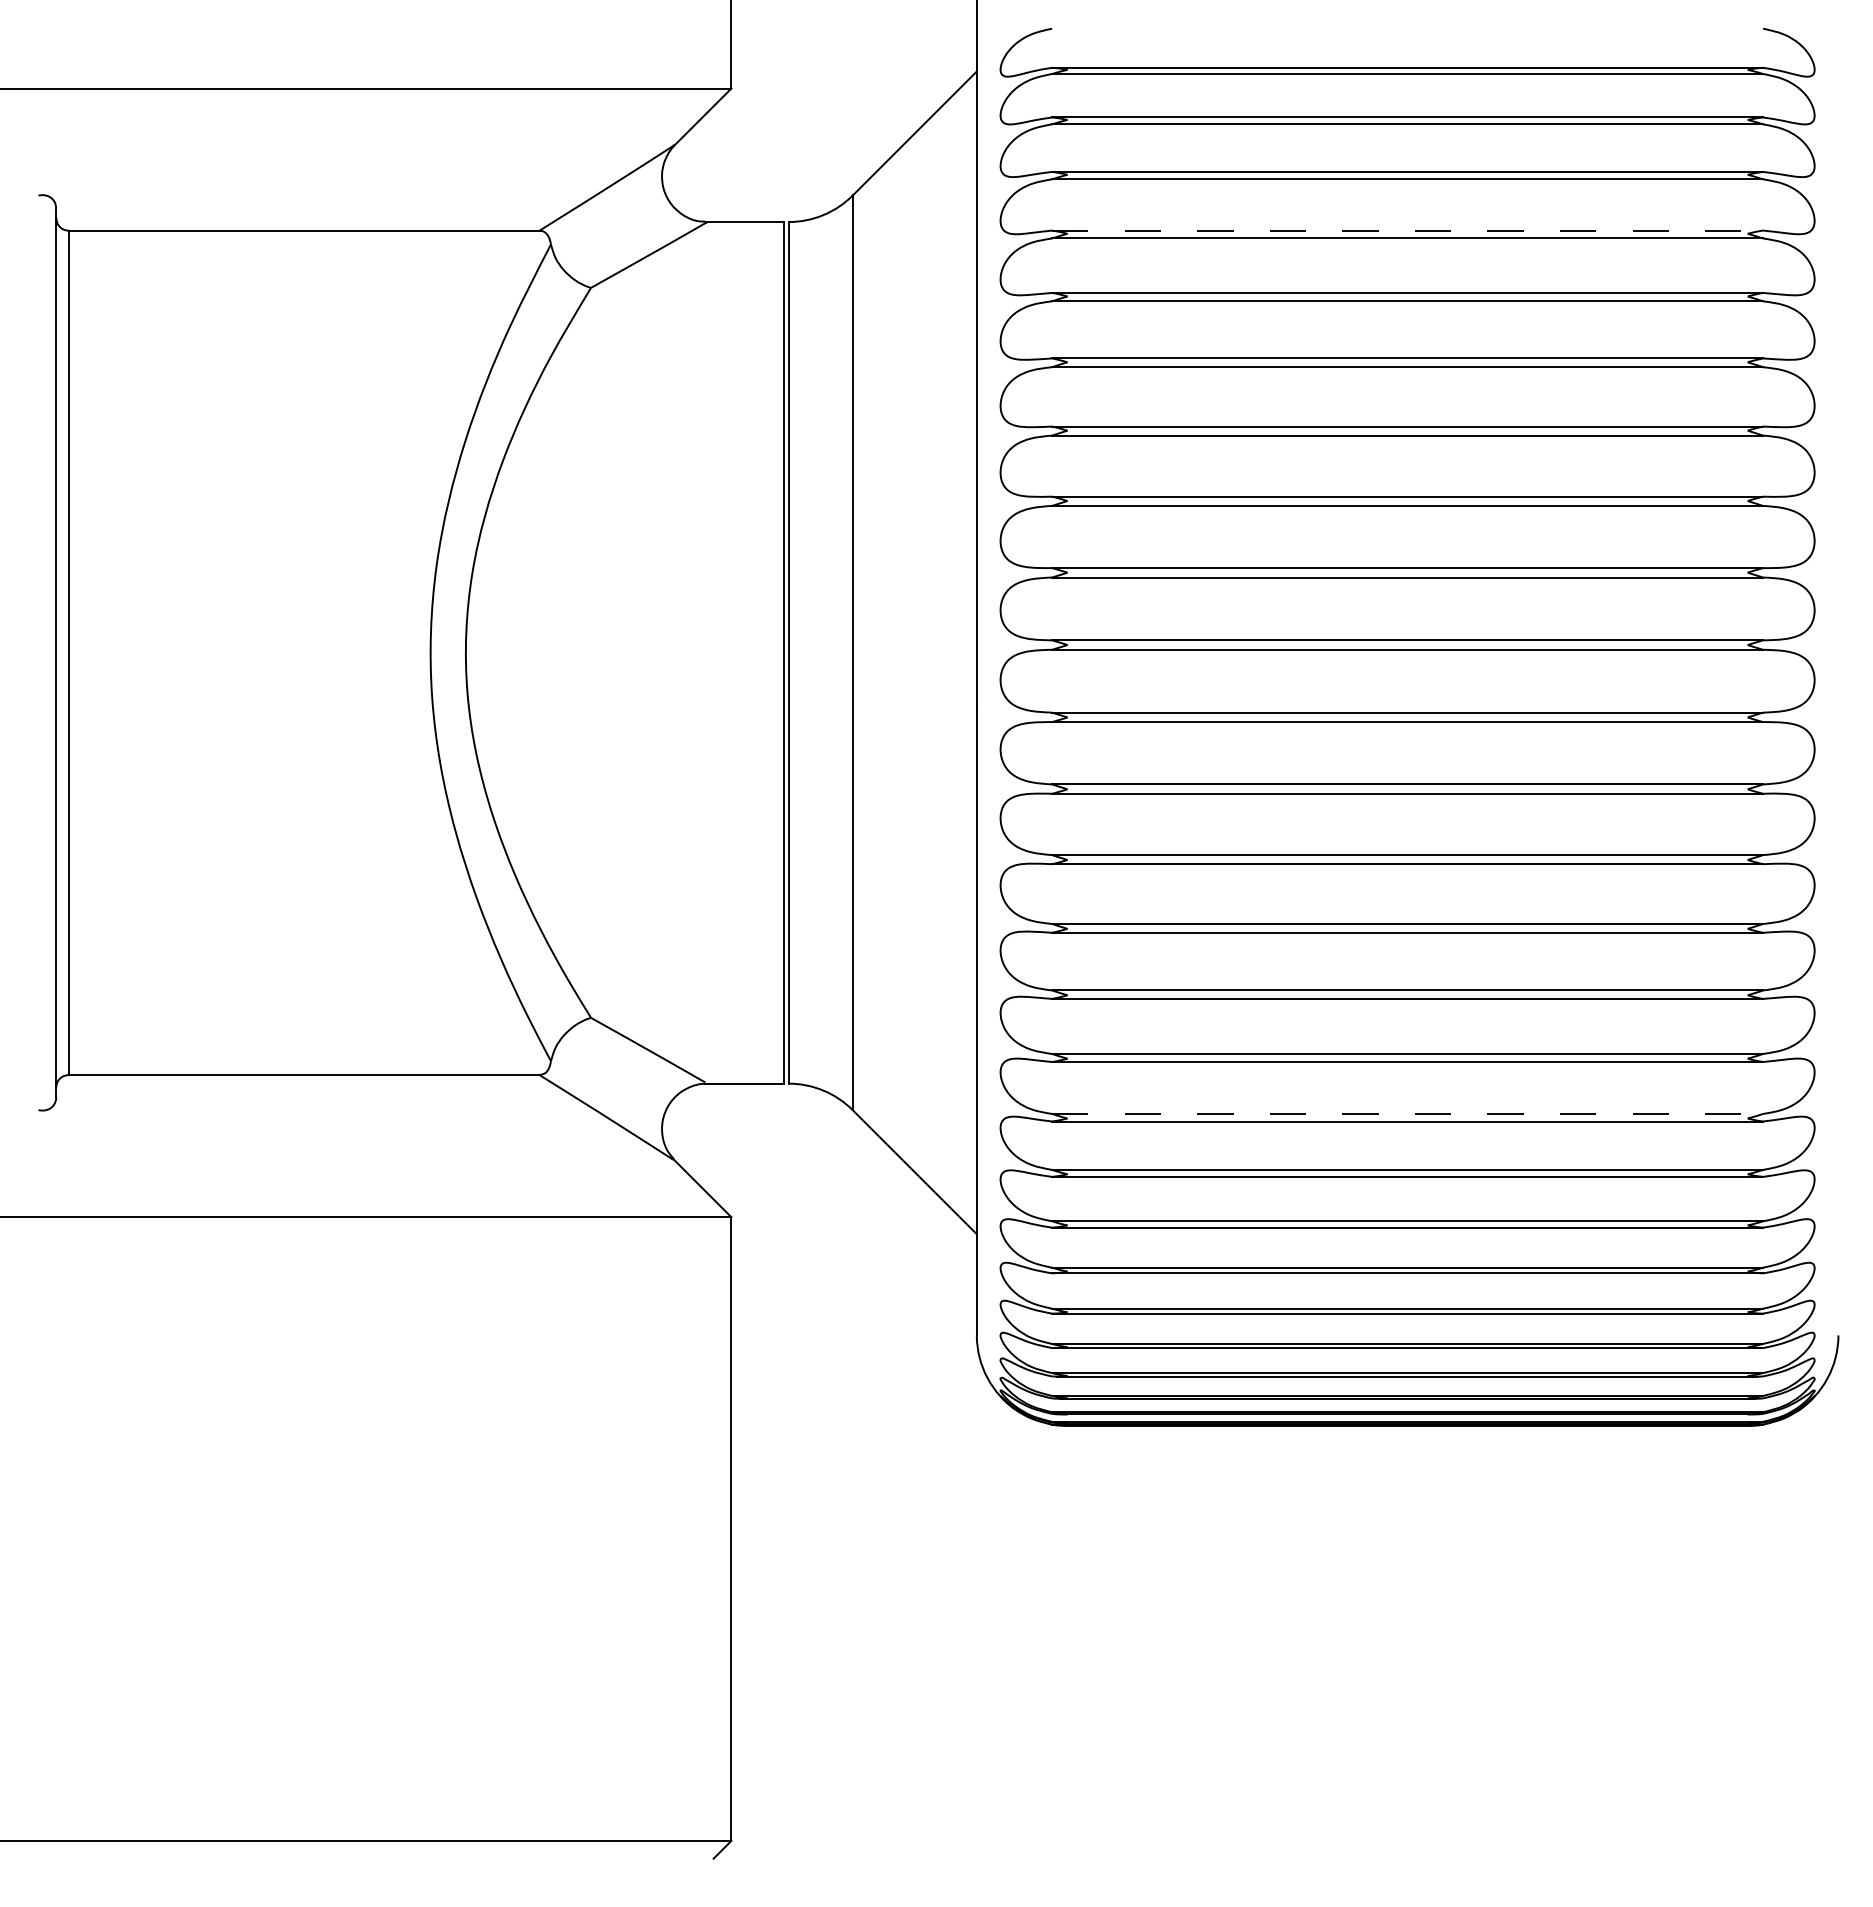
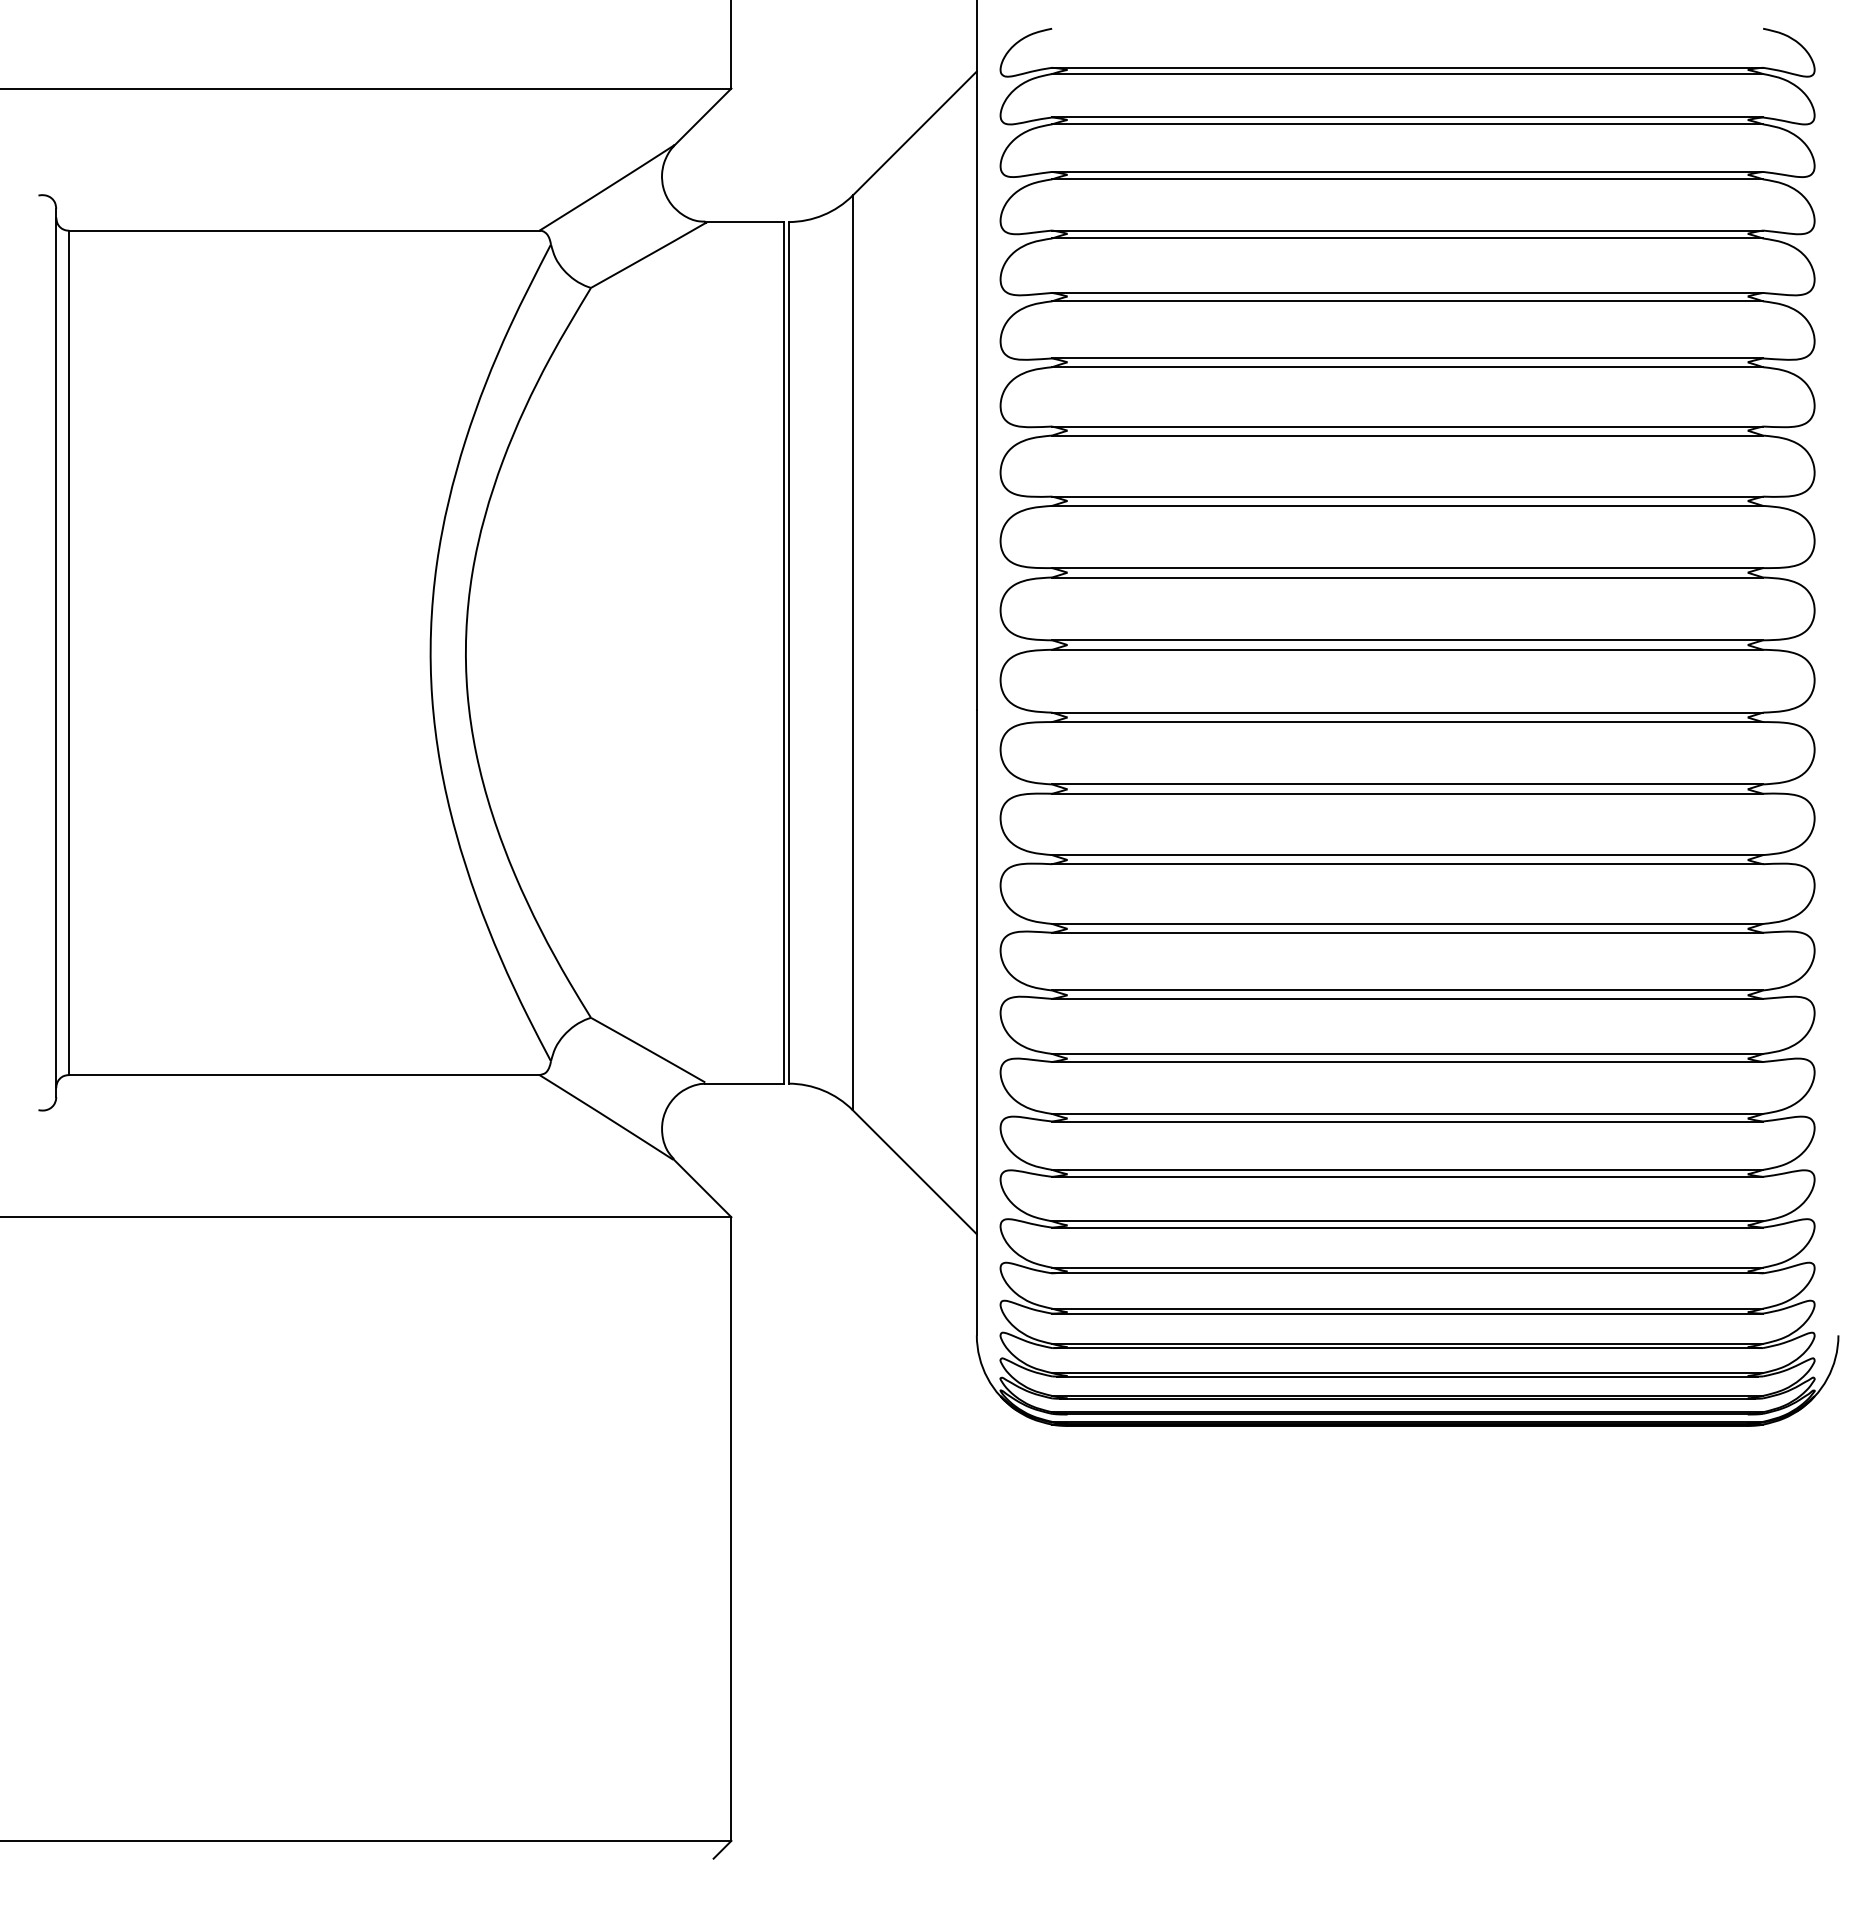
line at (1408, 230): dashed -> solid
line at (1408, 1113): dashed -> solid
